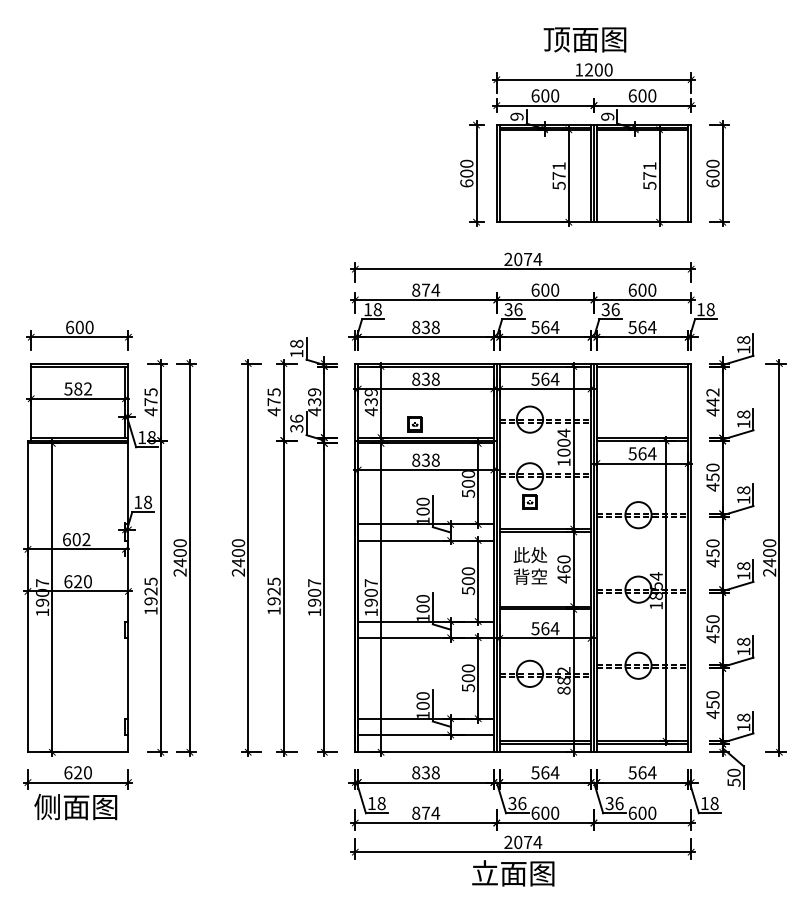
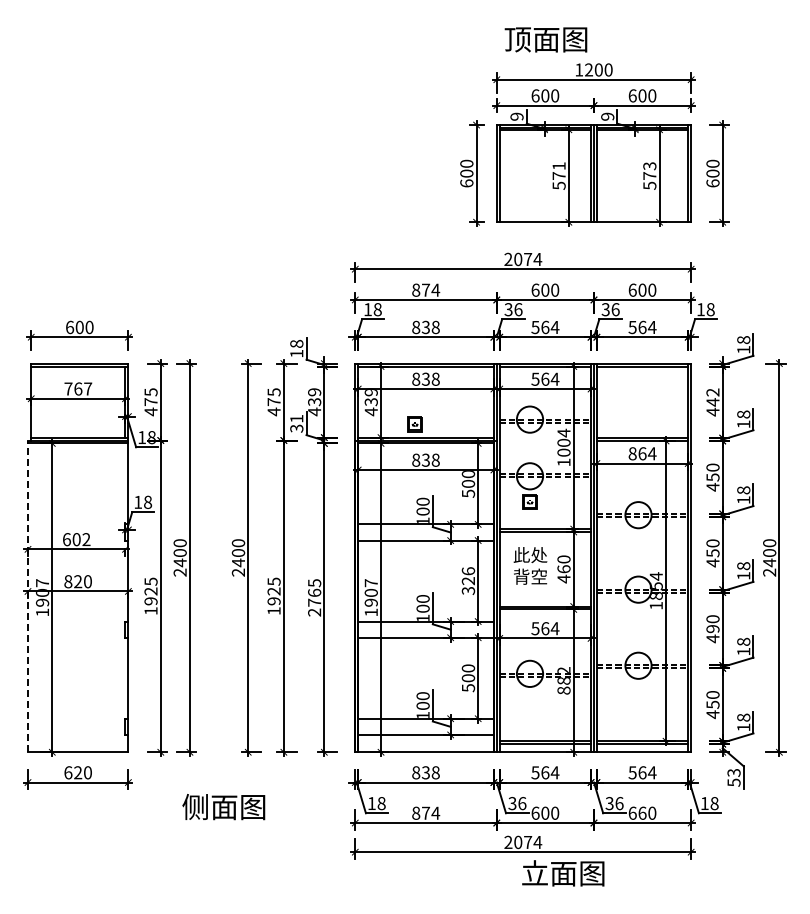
text at (584, 39) position: (584, 39) -> (545, 39)
text at (649, 166): 571 -> 573
text at (78, 388): 582 -> 767
text at (296, 418): 36 -> 31
text at (632, 453): 564 -> 864
text at (468, 580): 500 -> 326
text at (68, 581): 620 -> 820
line at (28, 596): solid -> dashed
text at (314, 597): 1907 -> 2765
text at (712, 629): 450 -> 490
text at (733, 772): 50 -> 53
text at (75, 807) position: (75, 807) -> (223, 807)
text at (642, 812): 600 -> 660
text at (513, 873) position: (513, 873) -> (563, 873)
